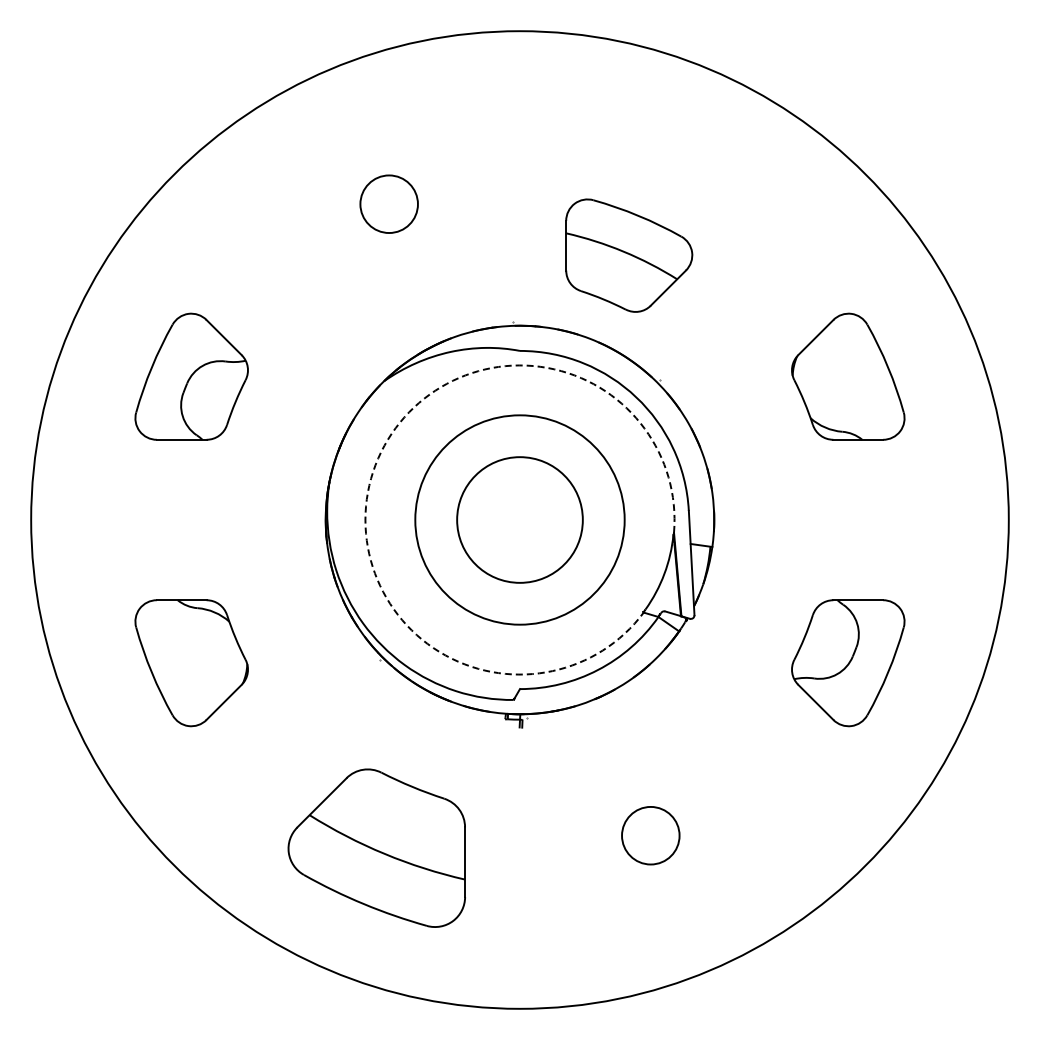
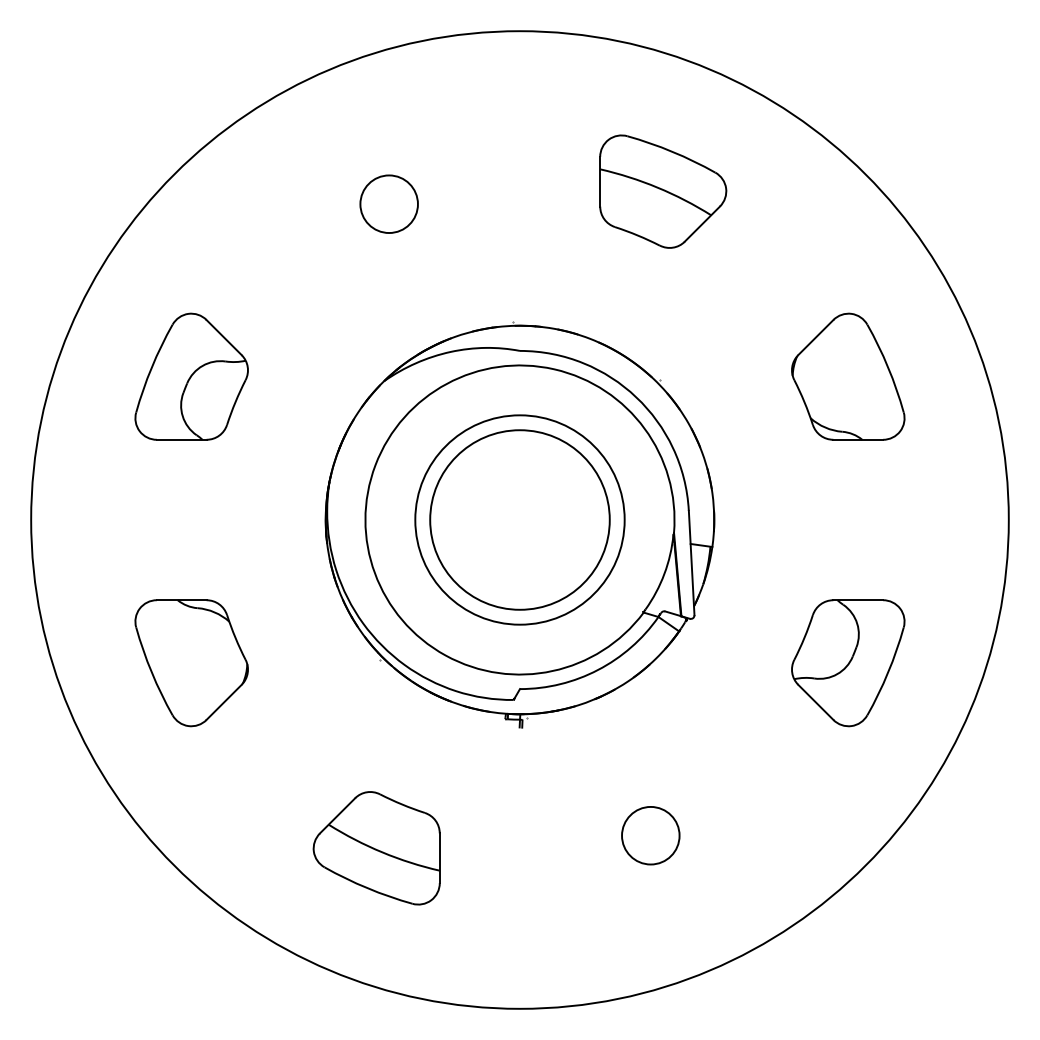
part at (629, 255) position: (629, 255) -> (663, 191)
arc at (375, 465): dashed -> solid
circle at (519, 519) diameter: 126 px -> 180 px
part at (376, 847) size: 179x160 px -> 129x115 px
